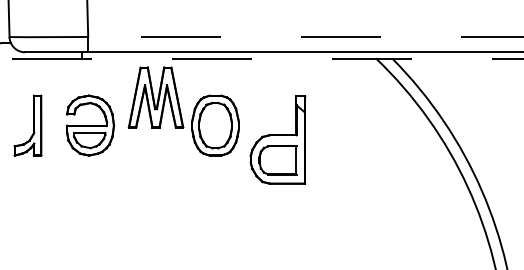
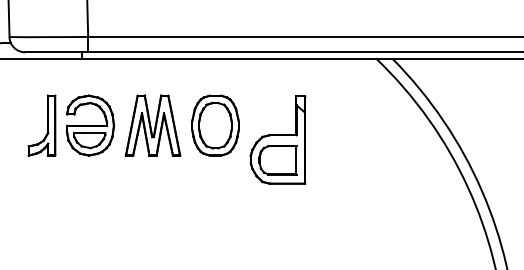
line at (305, 36): dashed -> solid
line at (262, 58): dashed -> solid
part at (155, 97) position: (155, 97) -> (152, 125)
part at (27, 125) position: (27, 125) -> (41, 125)
